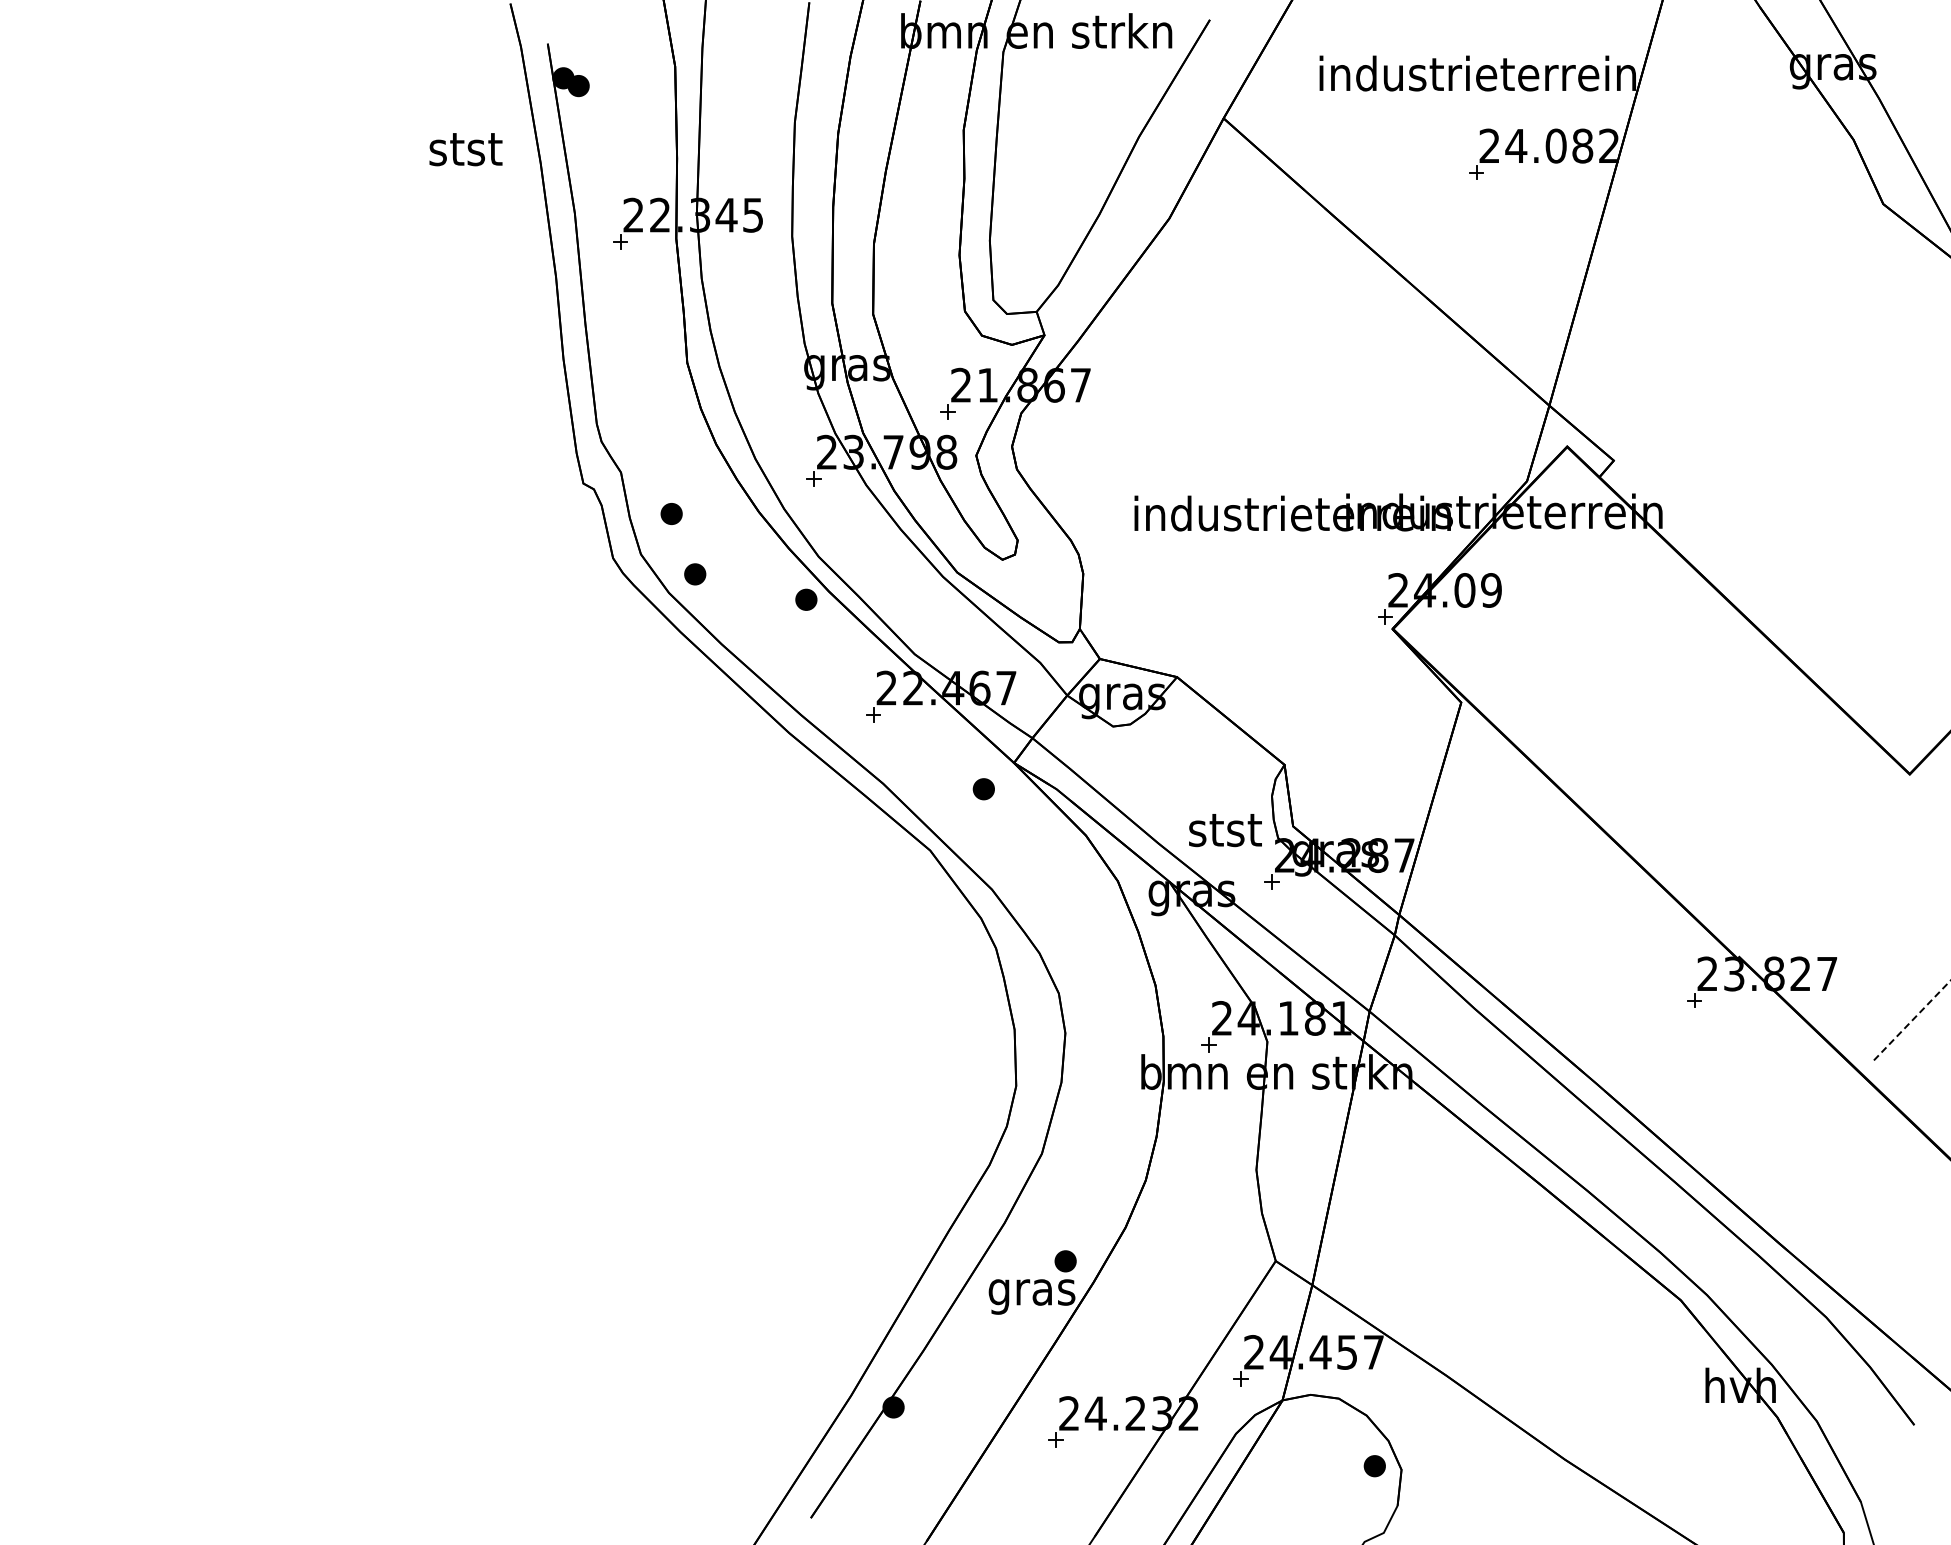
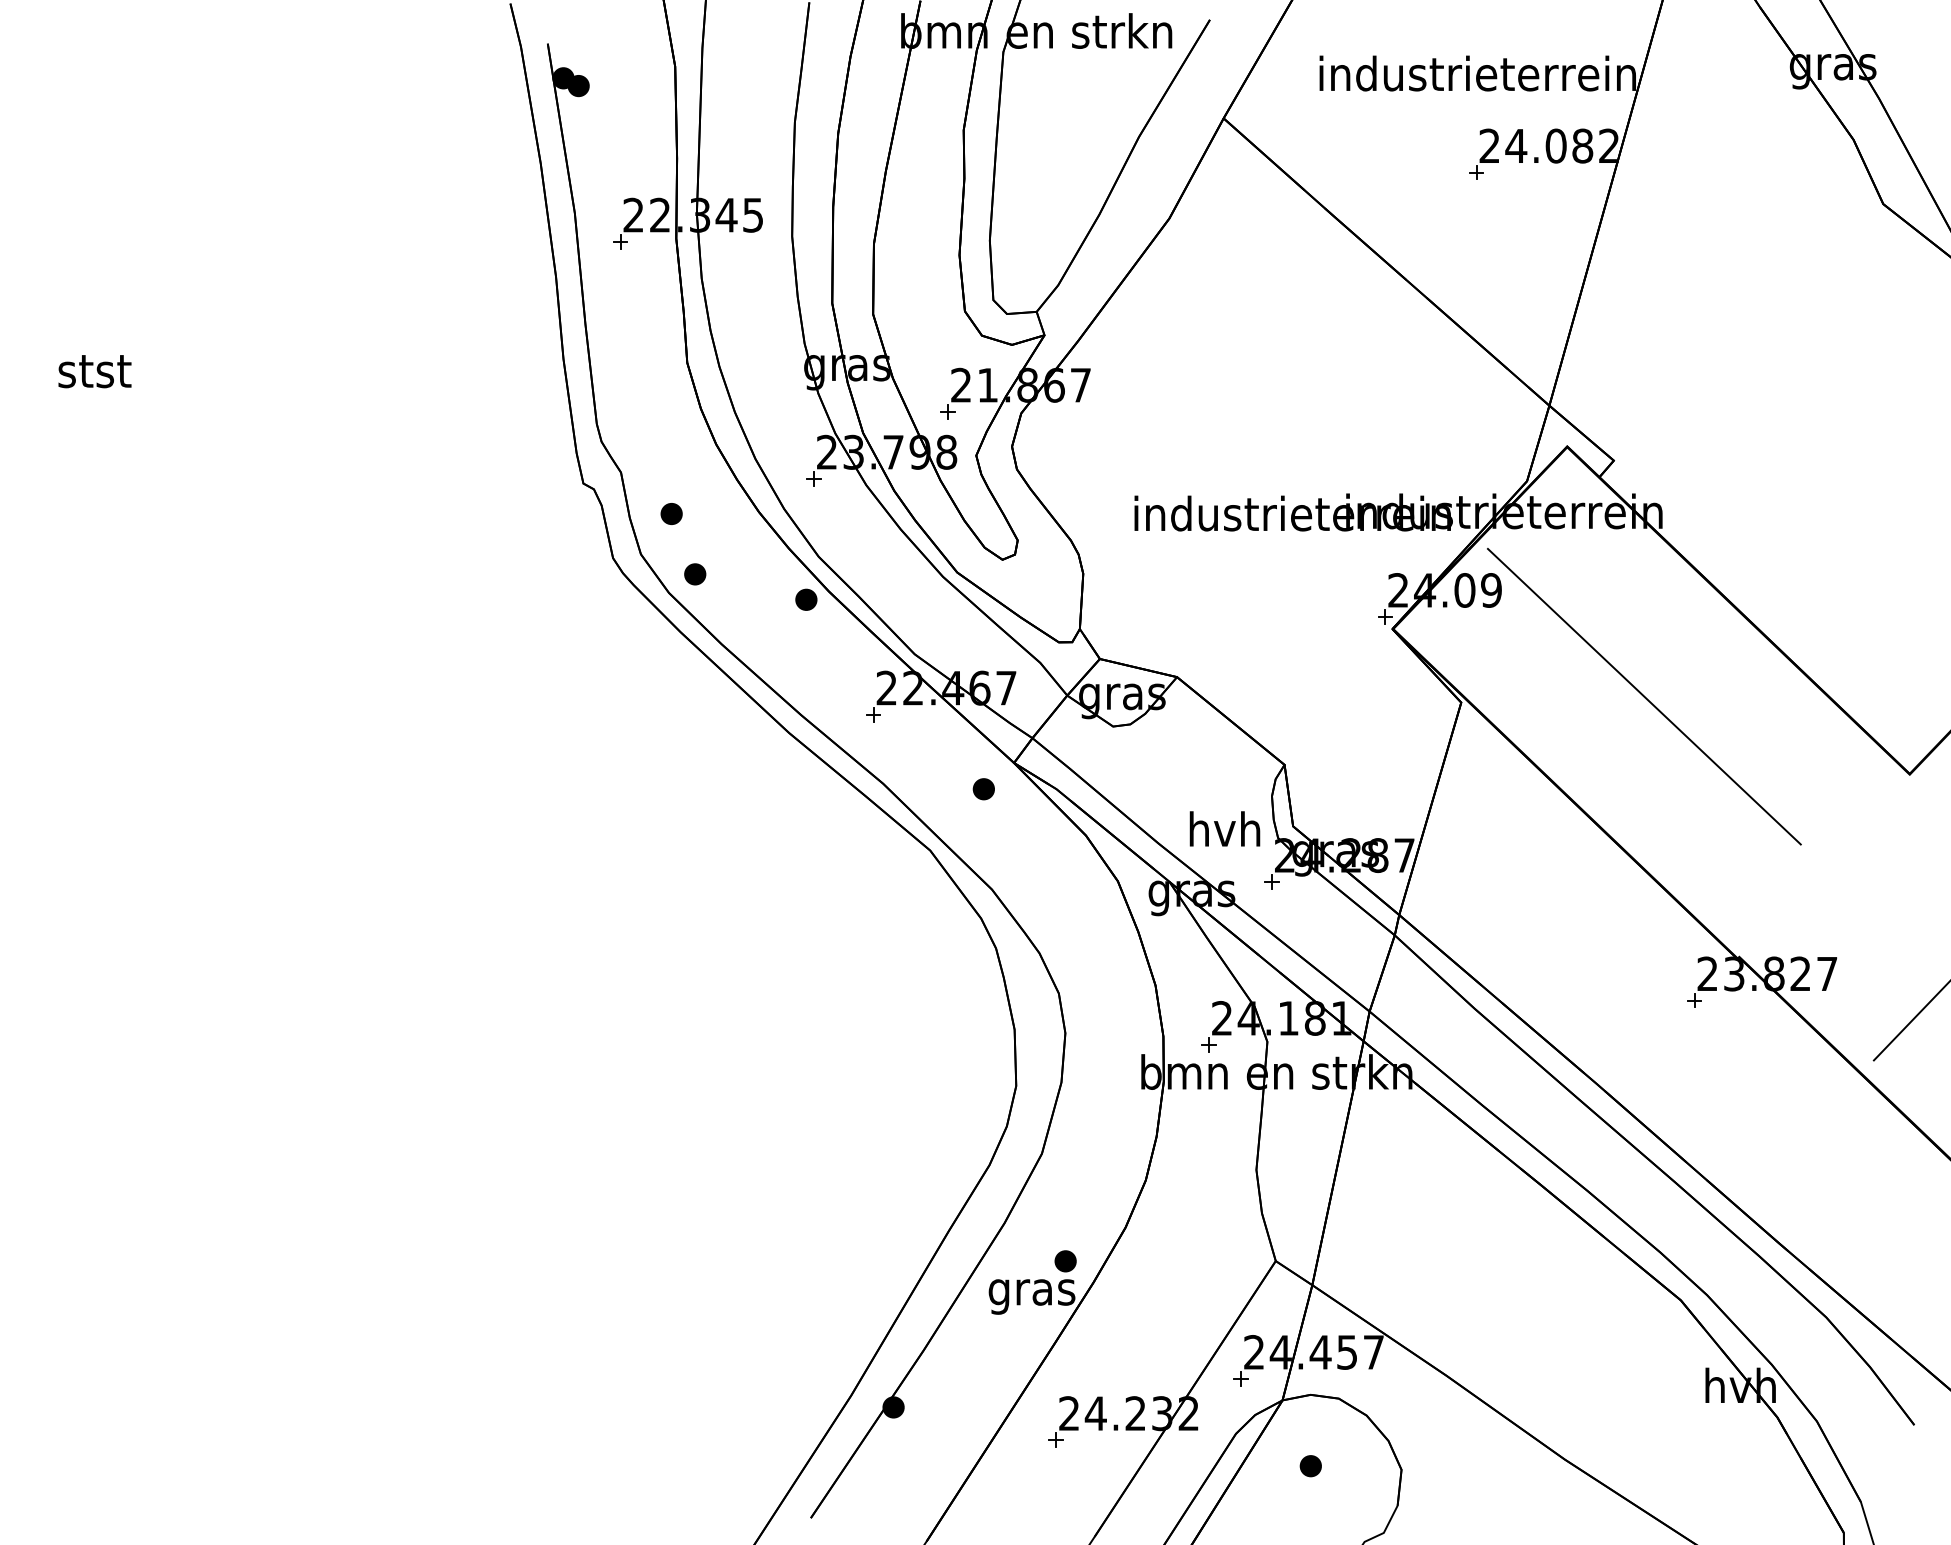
text at (465, 149) position: (465, 149) -> (94, 371)
line at (1643, 696): none -> present
text at (1225, 829): stst -> hvh
line at (1912, 1020): dashed -> solid
part at (1374, 1466) position: (1374, 1466) -> (1310, 1466)
